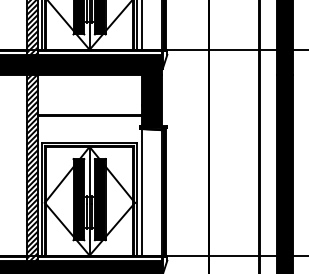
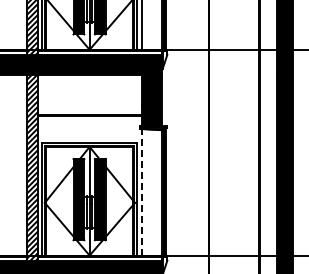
line at (141, 191): solid -> dashed
